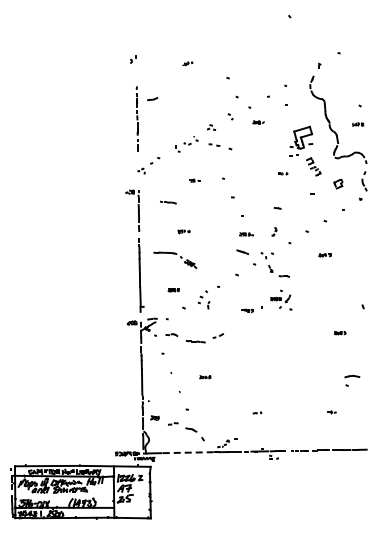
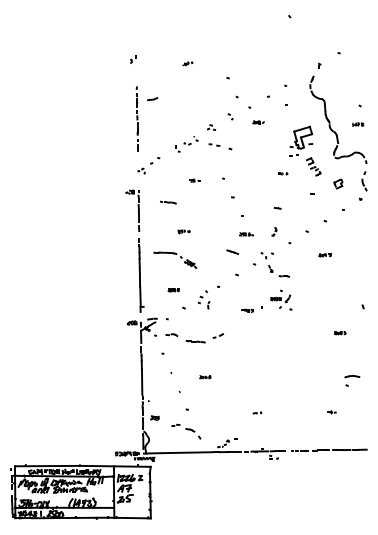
line at (242, 251) position: (242, 251) -> (232, 251)
part at (186, 431) size: 37x20 px -> 31x17 px
line at (187, 452): dashed -> solid
